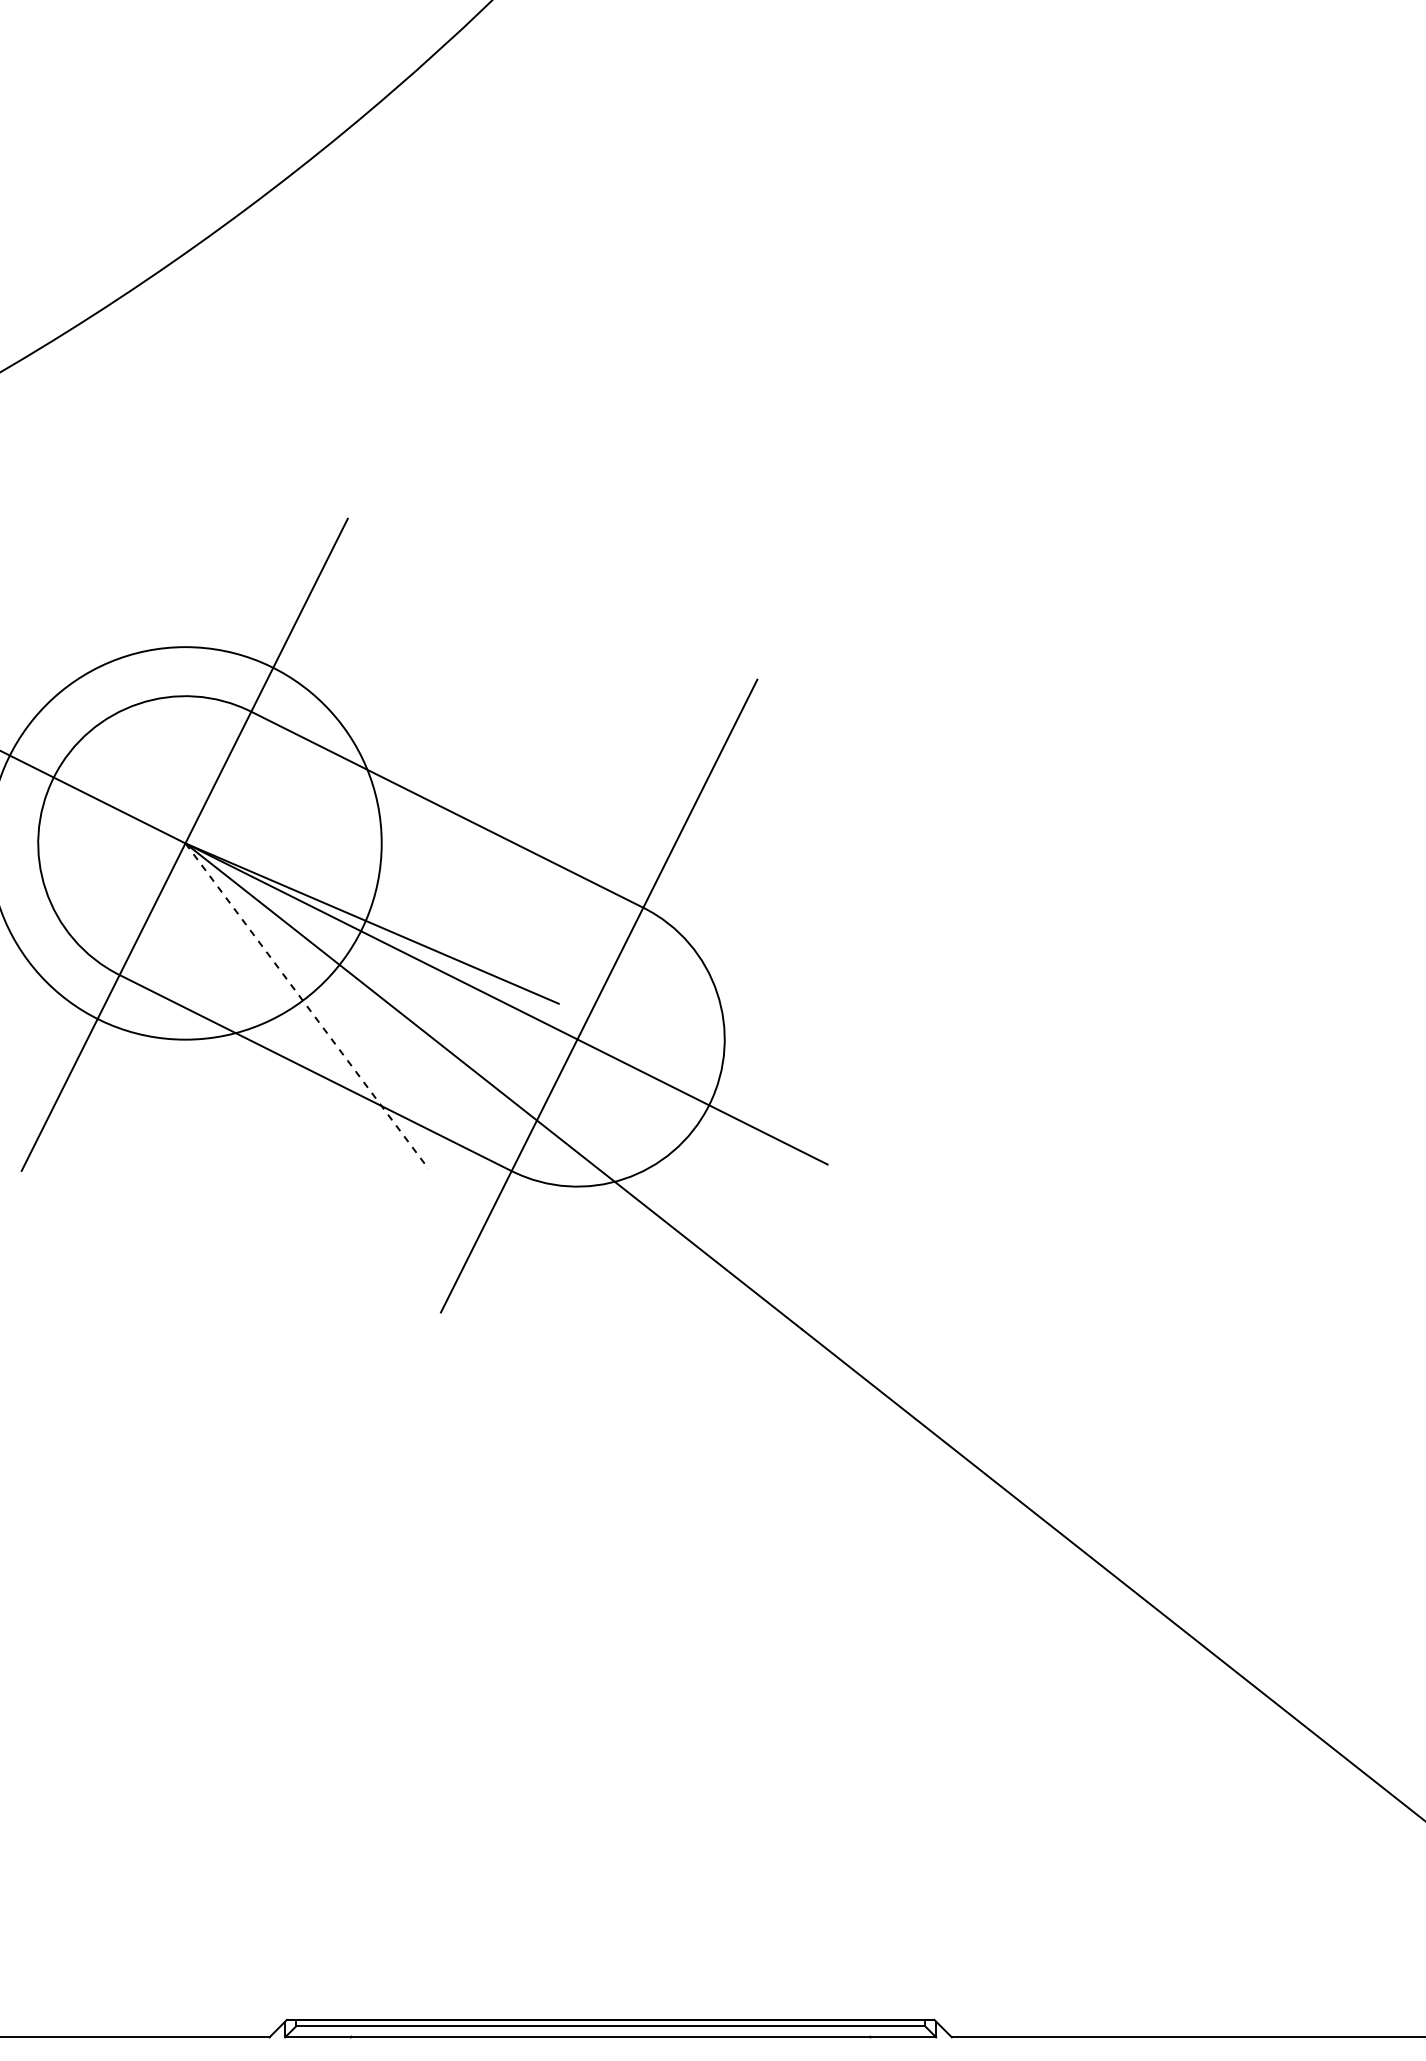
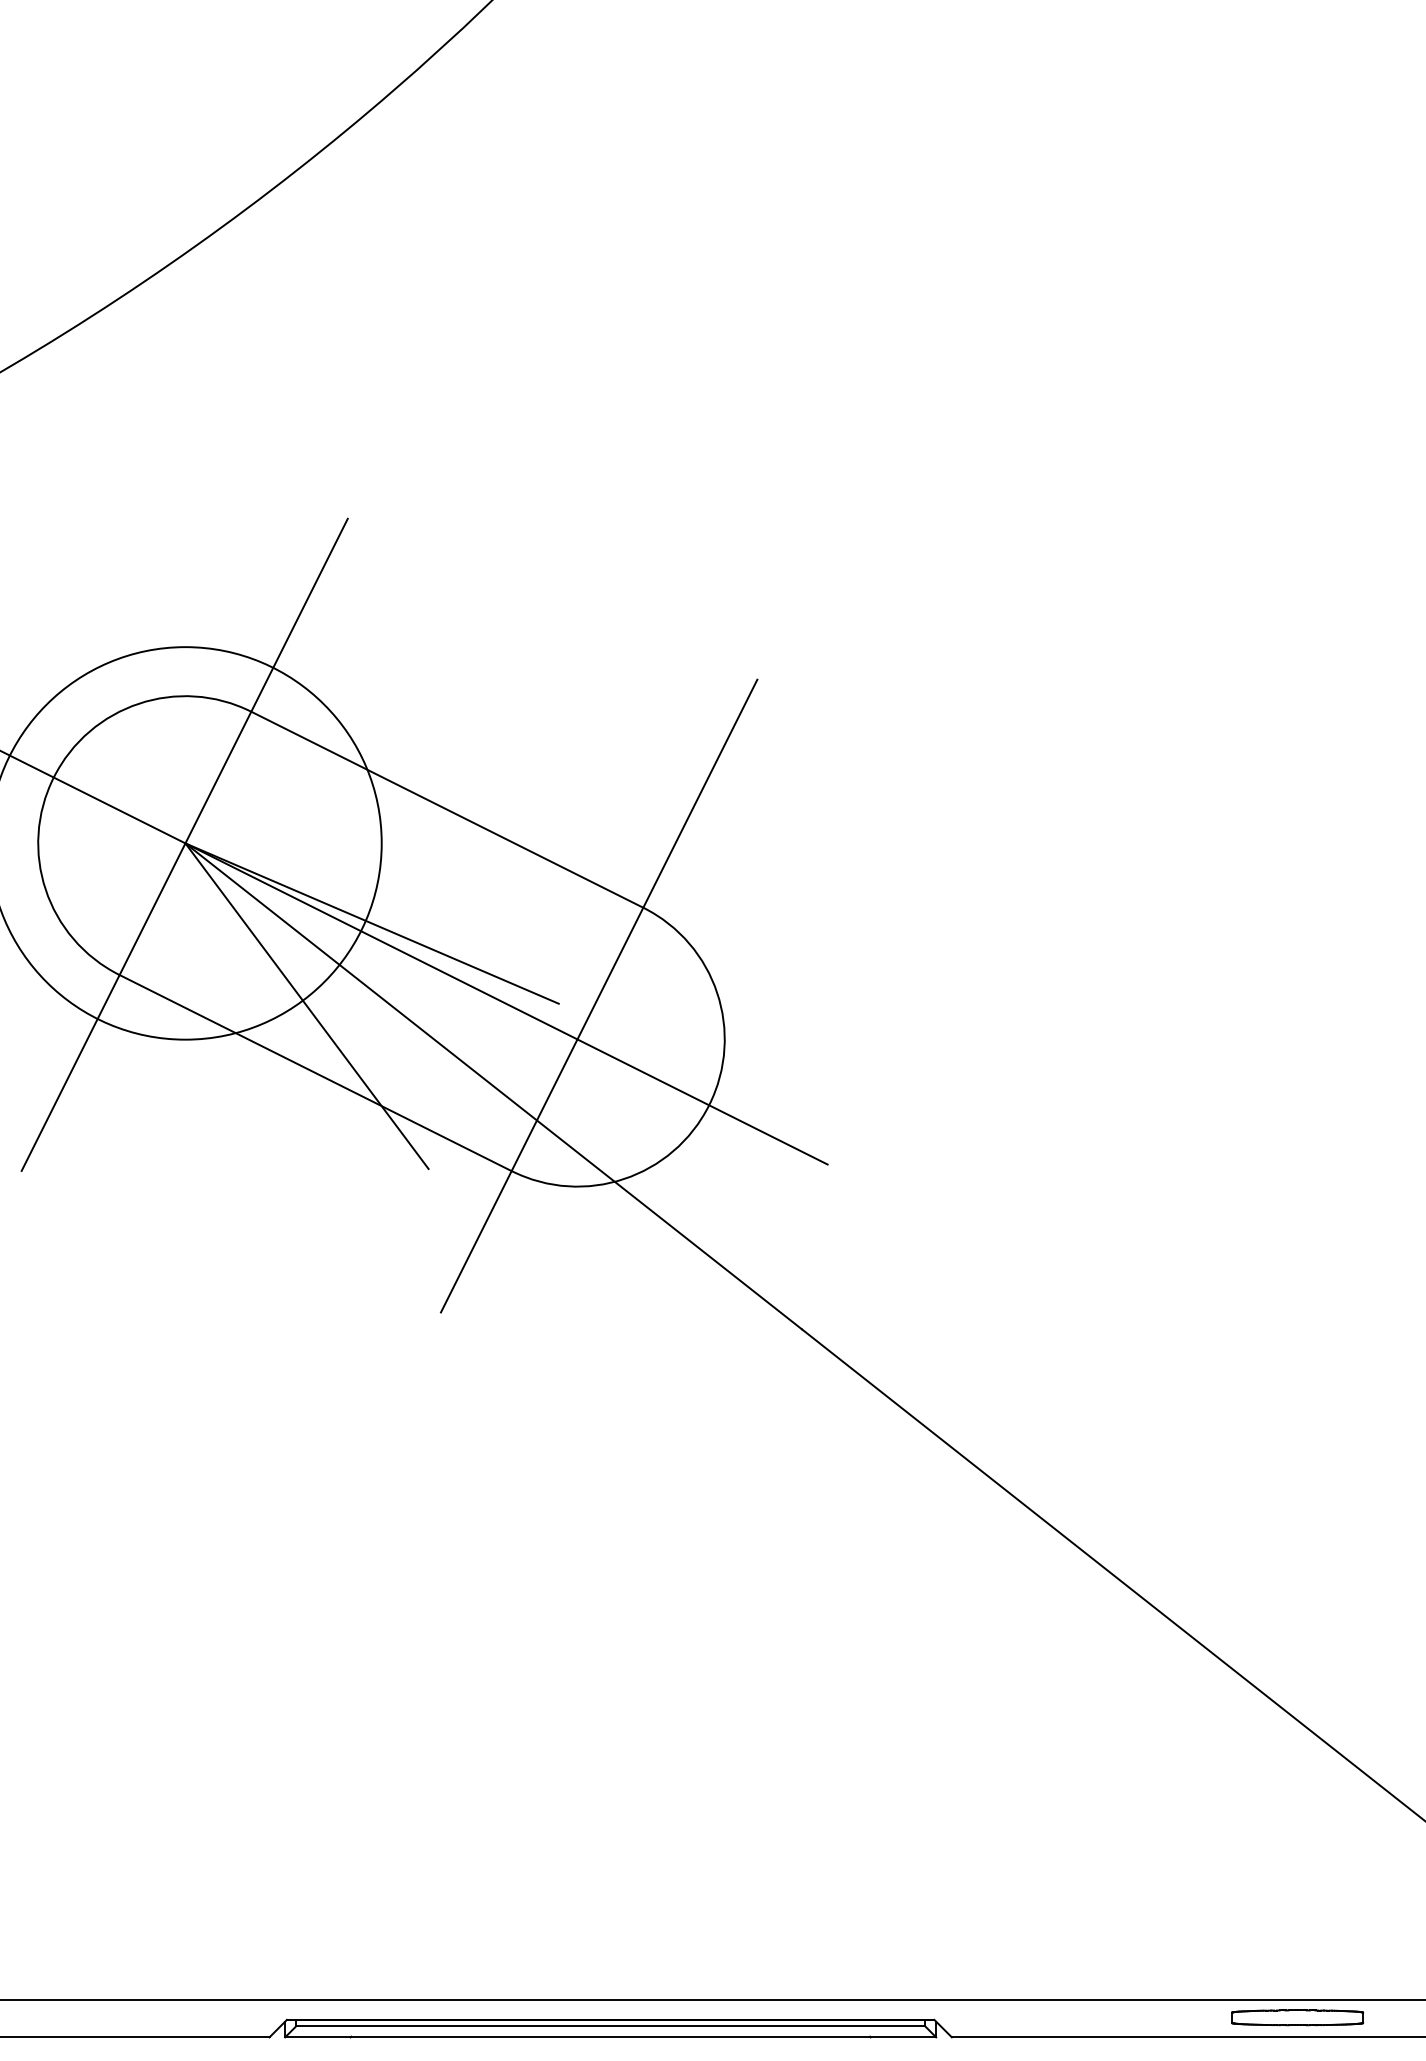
line at (307, 1006): dashed -> solid
line at (712, 1999): none -> present
part at (1297, 2017): none -> present
